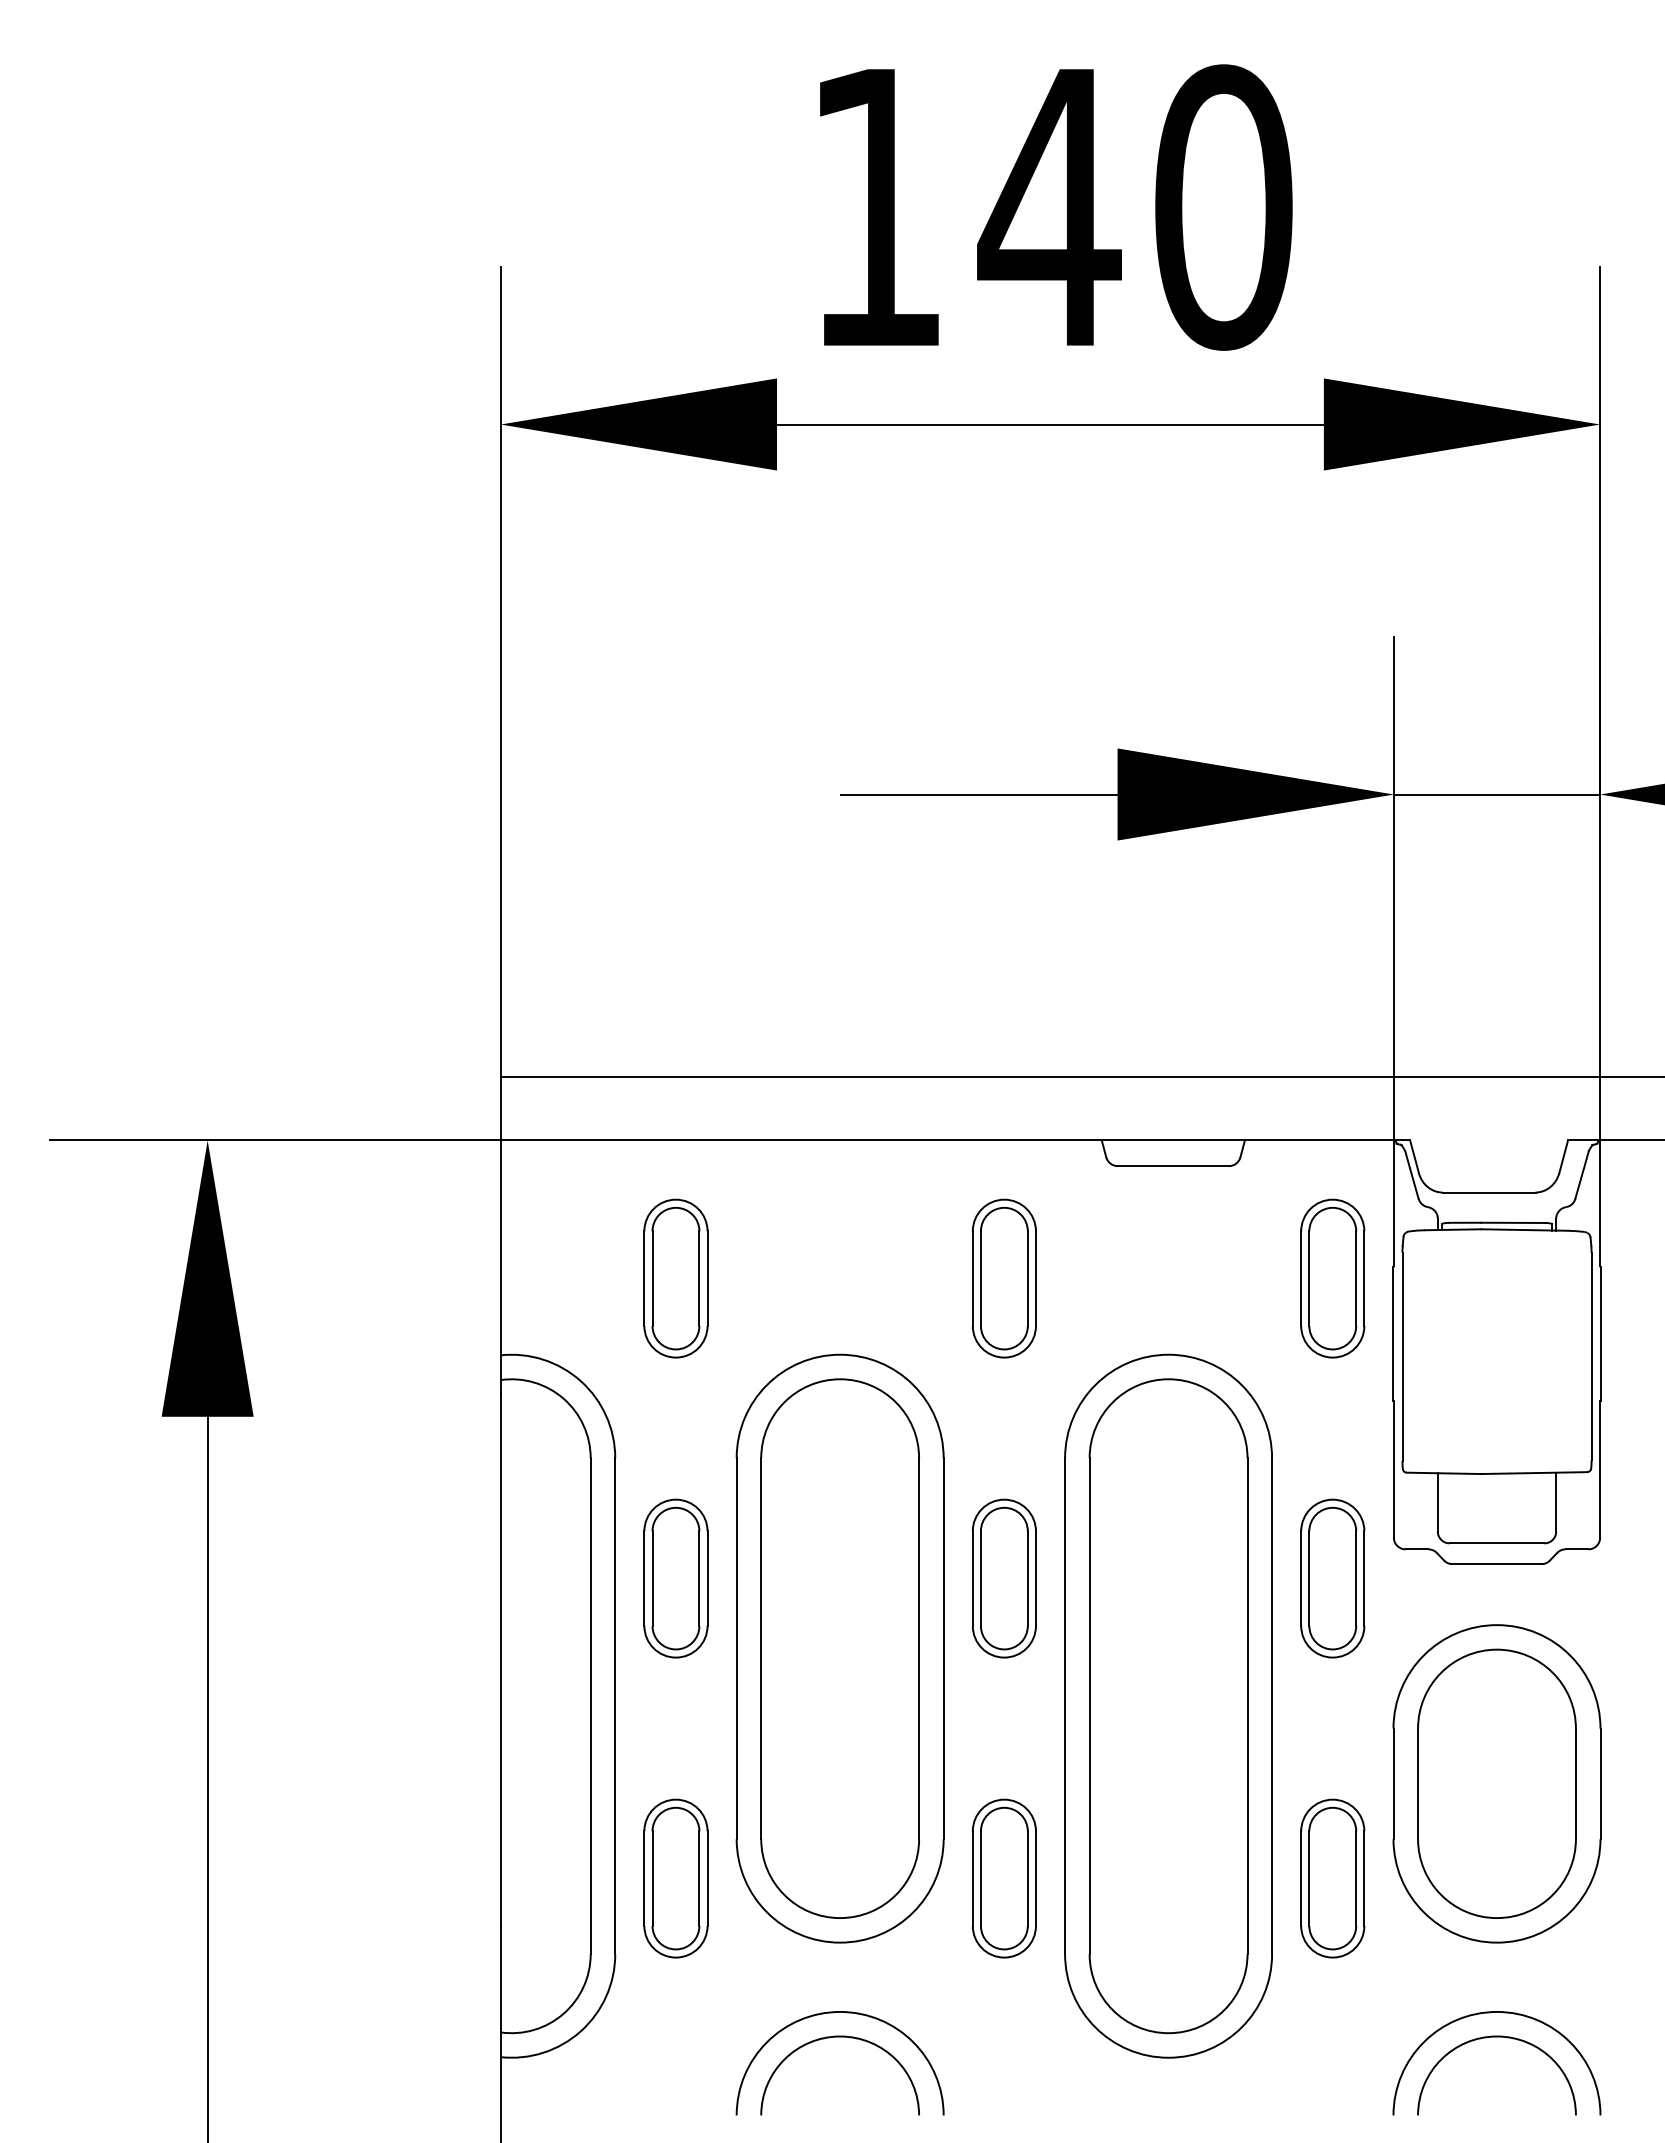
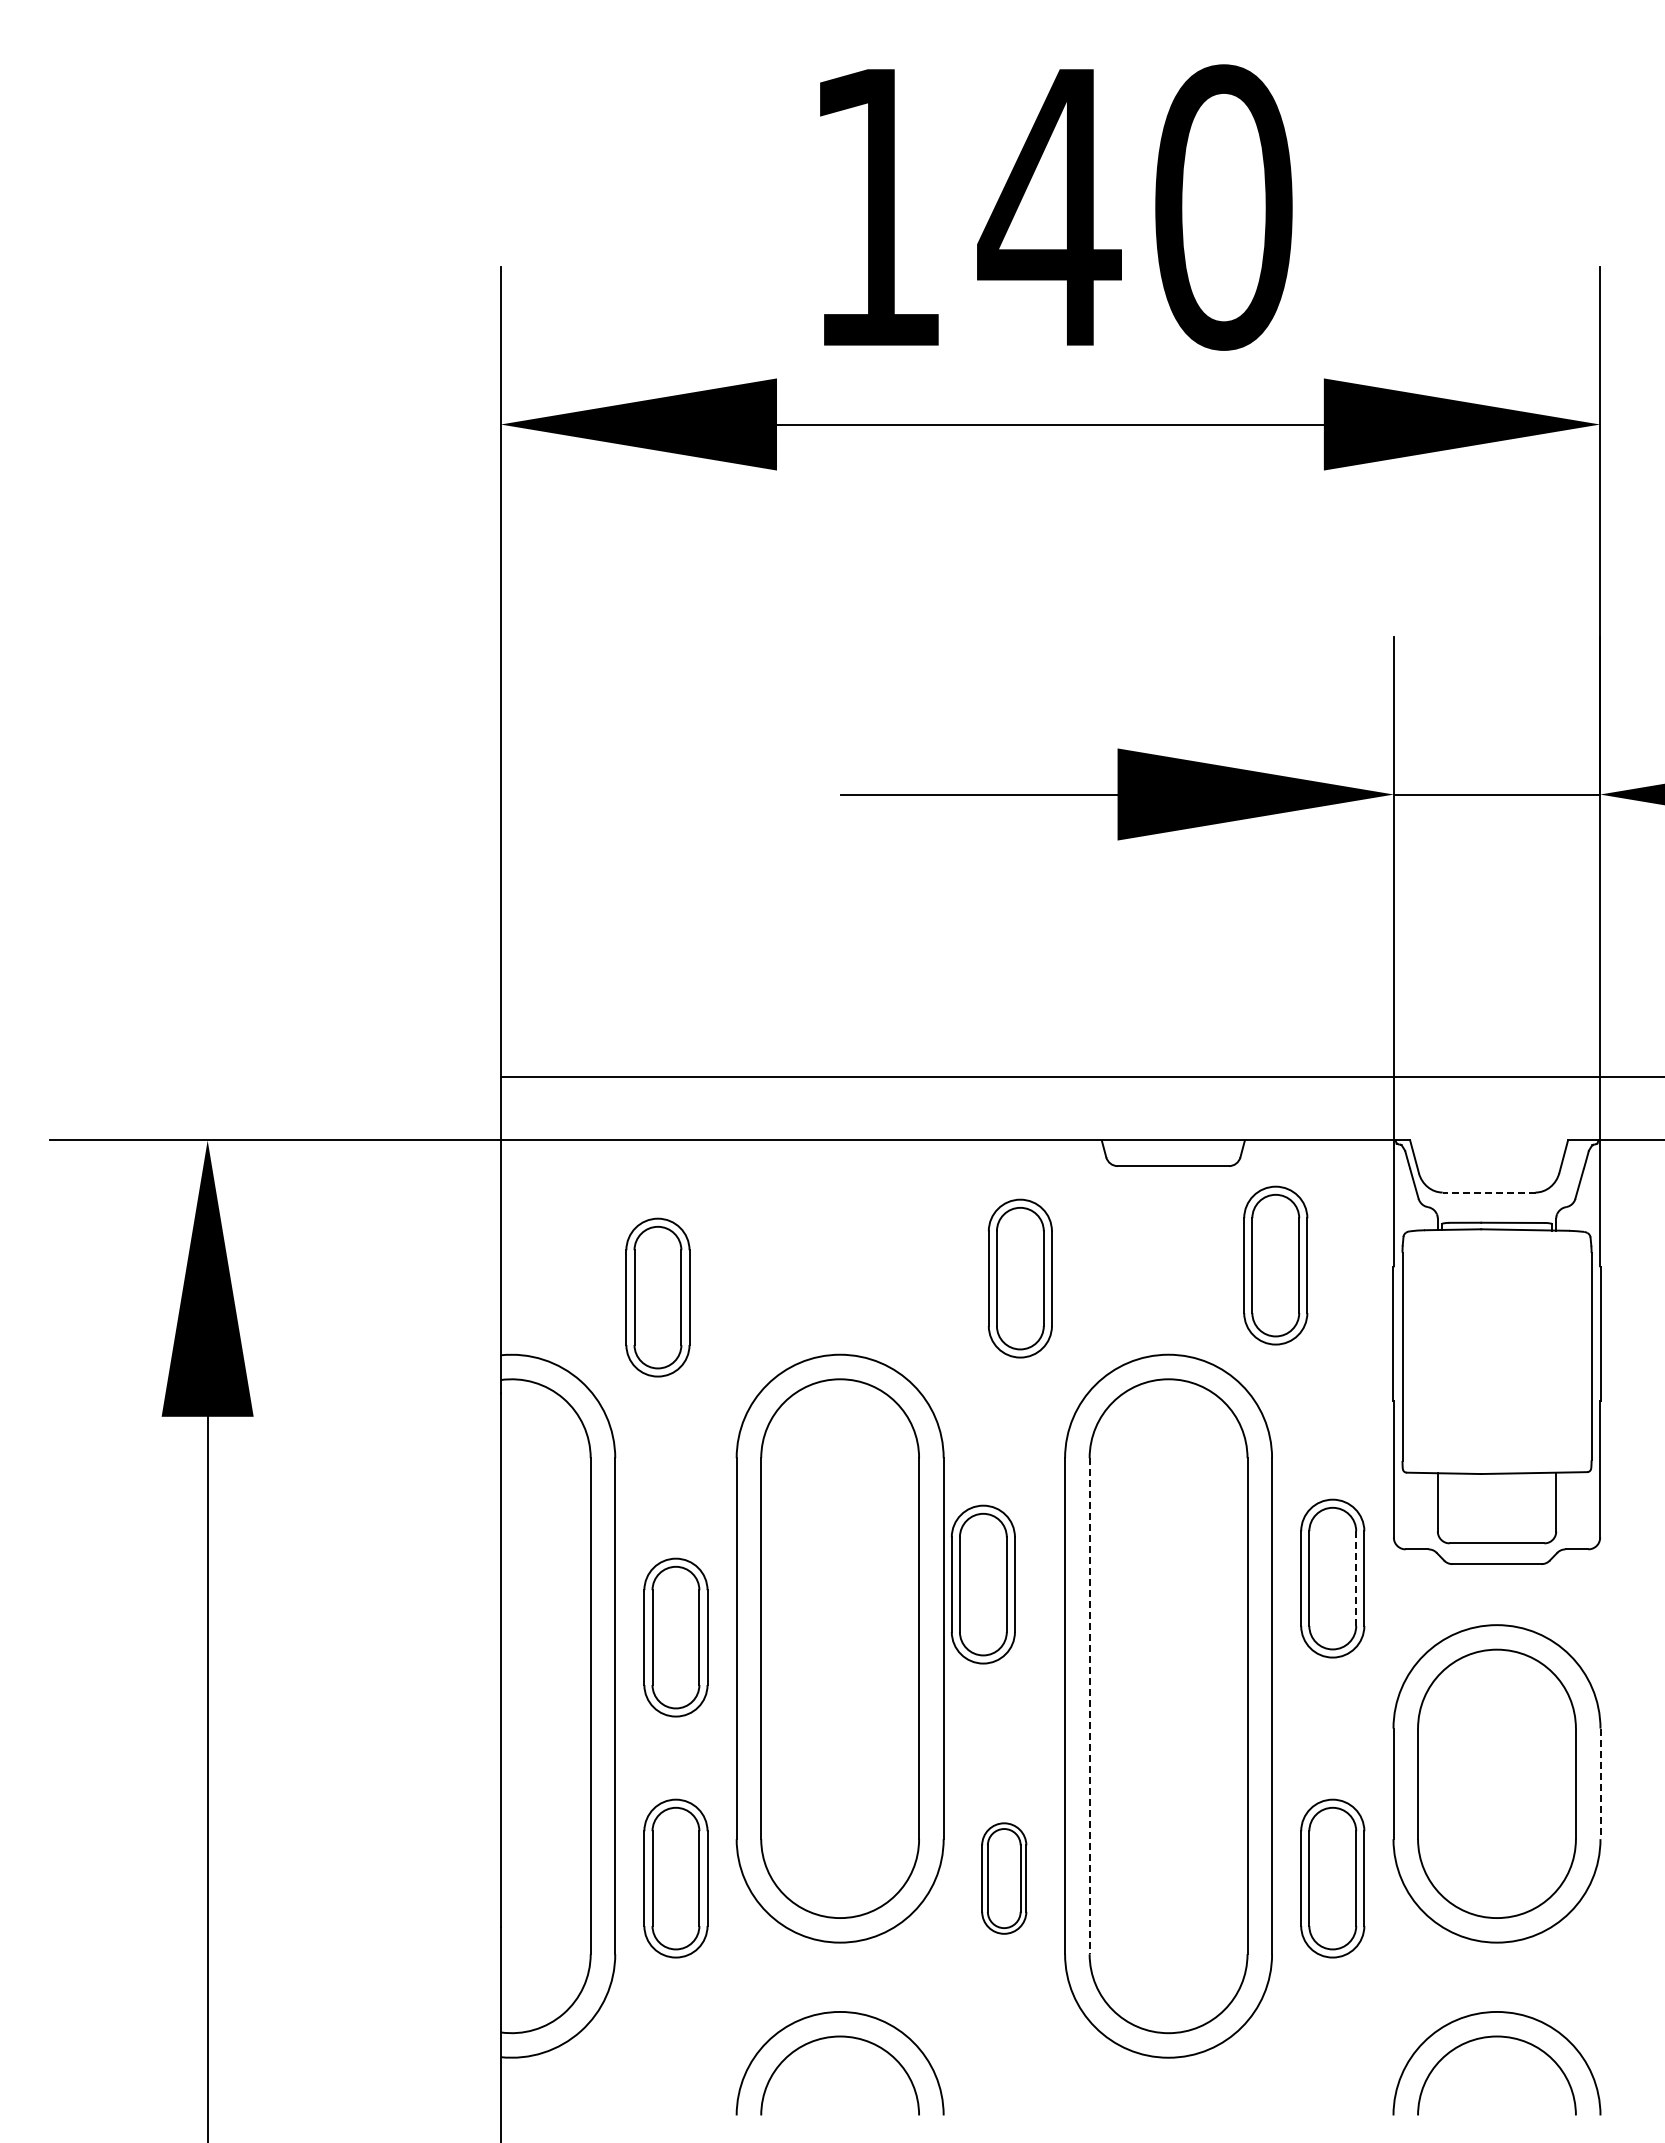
line at (1488, 1192): solid -> dashed
part at (675, 1278) position: (675, 1278) -> (657, 1297)
part at (1003, 1278) position: (1003, 1278) -> (1019, 1278)
part at (1332, 1278) position: (1332, 1278) -> (1275, 1265)
part at (675, 1578) position: (675, 1578) -> (675, 1637)
part at (1003, 1578) position: (1003, 1578) -> (982, 1584)
line at (1356, 1578): solid -> dashed
line at (1089, 1706): solid -> dashed
line at (1600, 1784): solid -> dashed
part at (1003, 1878) size: 66x161 px -> 47x113 px
